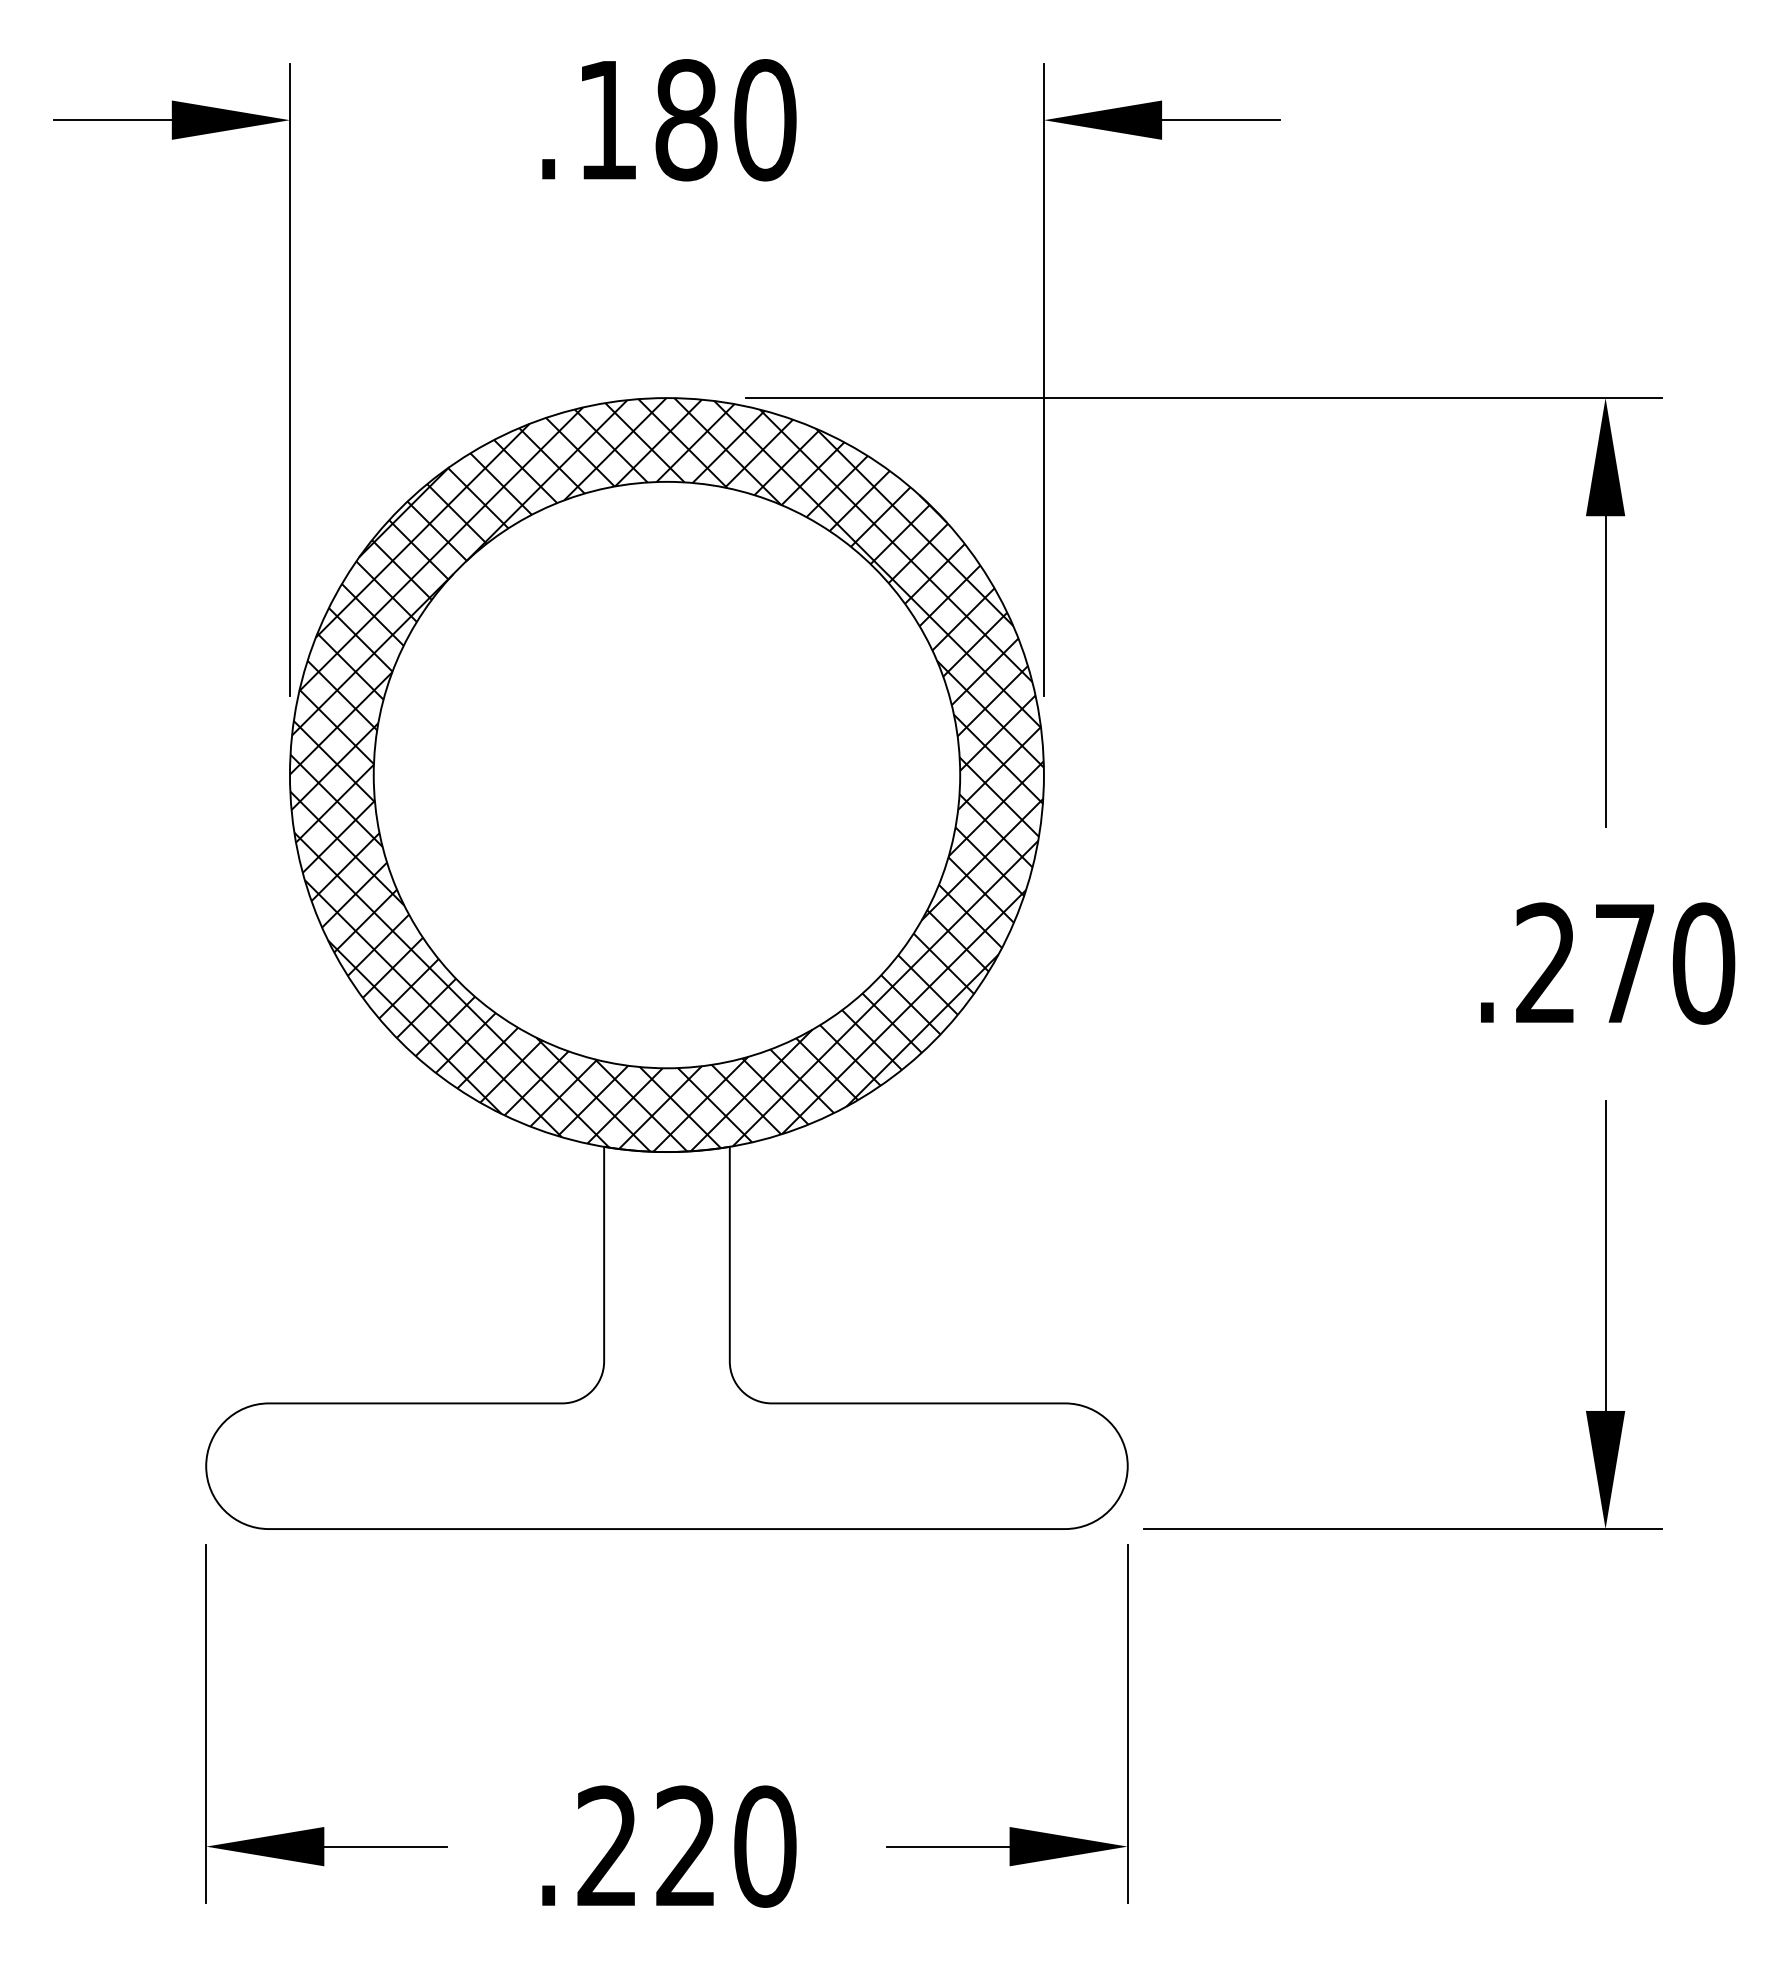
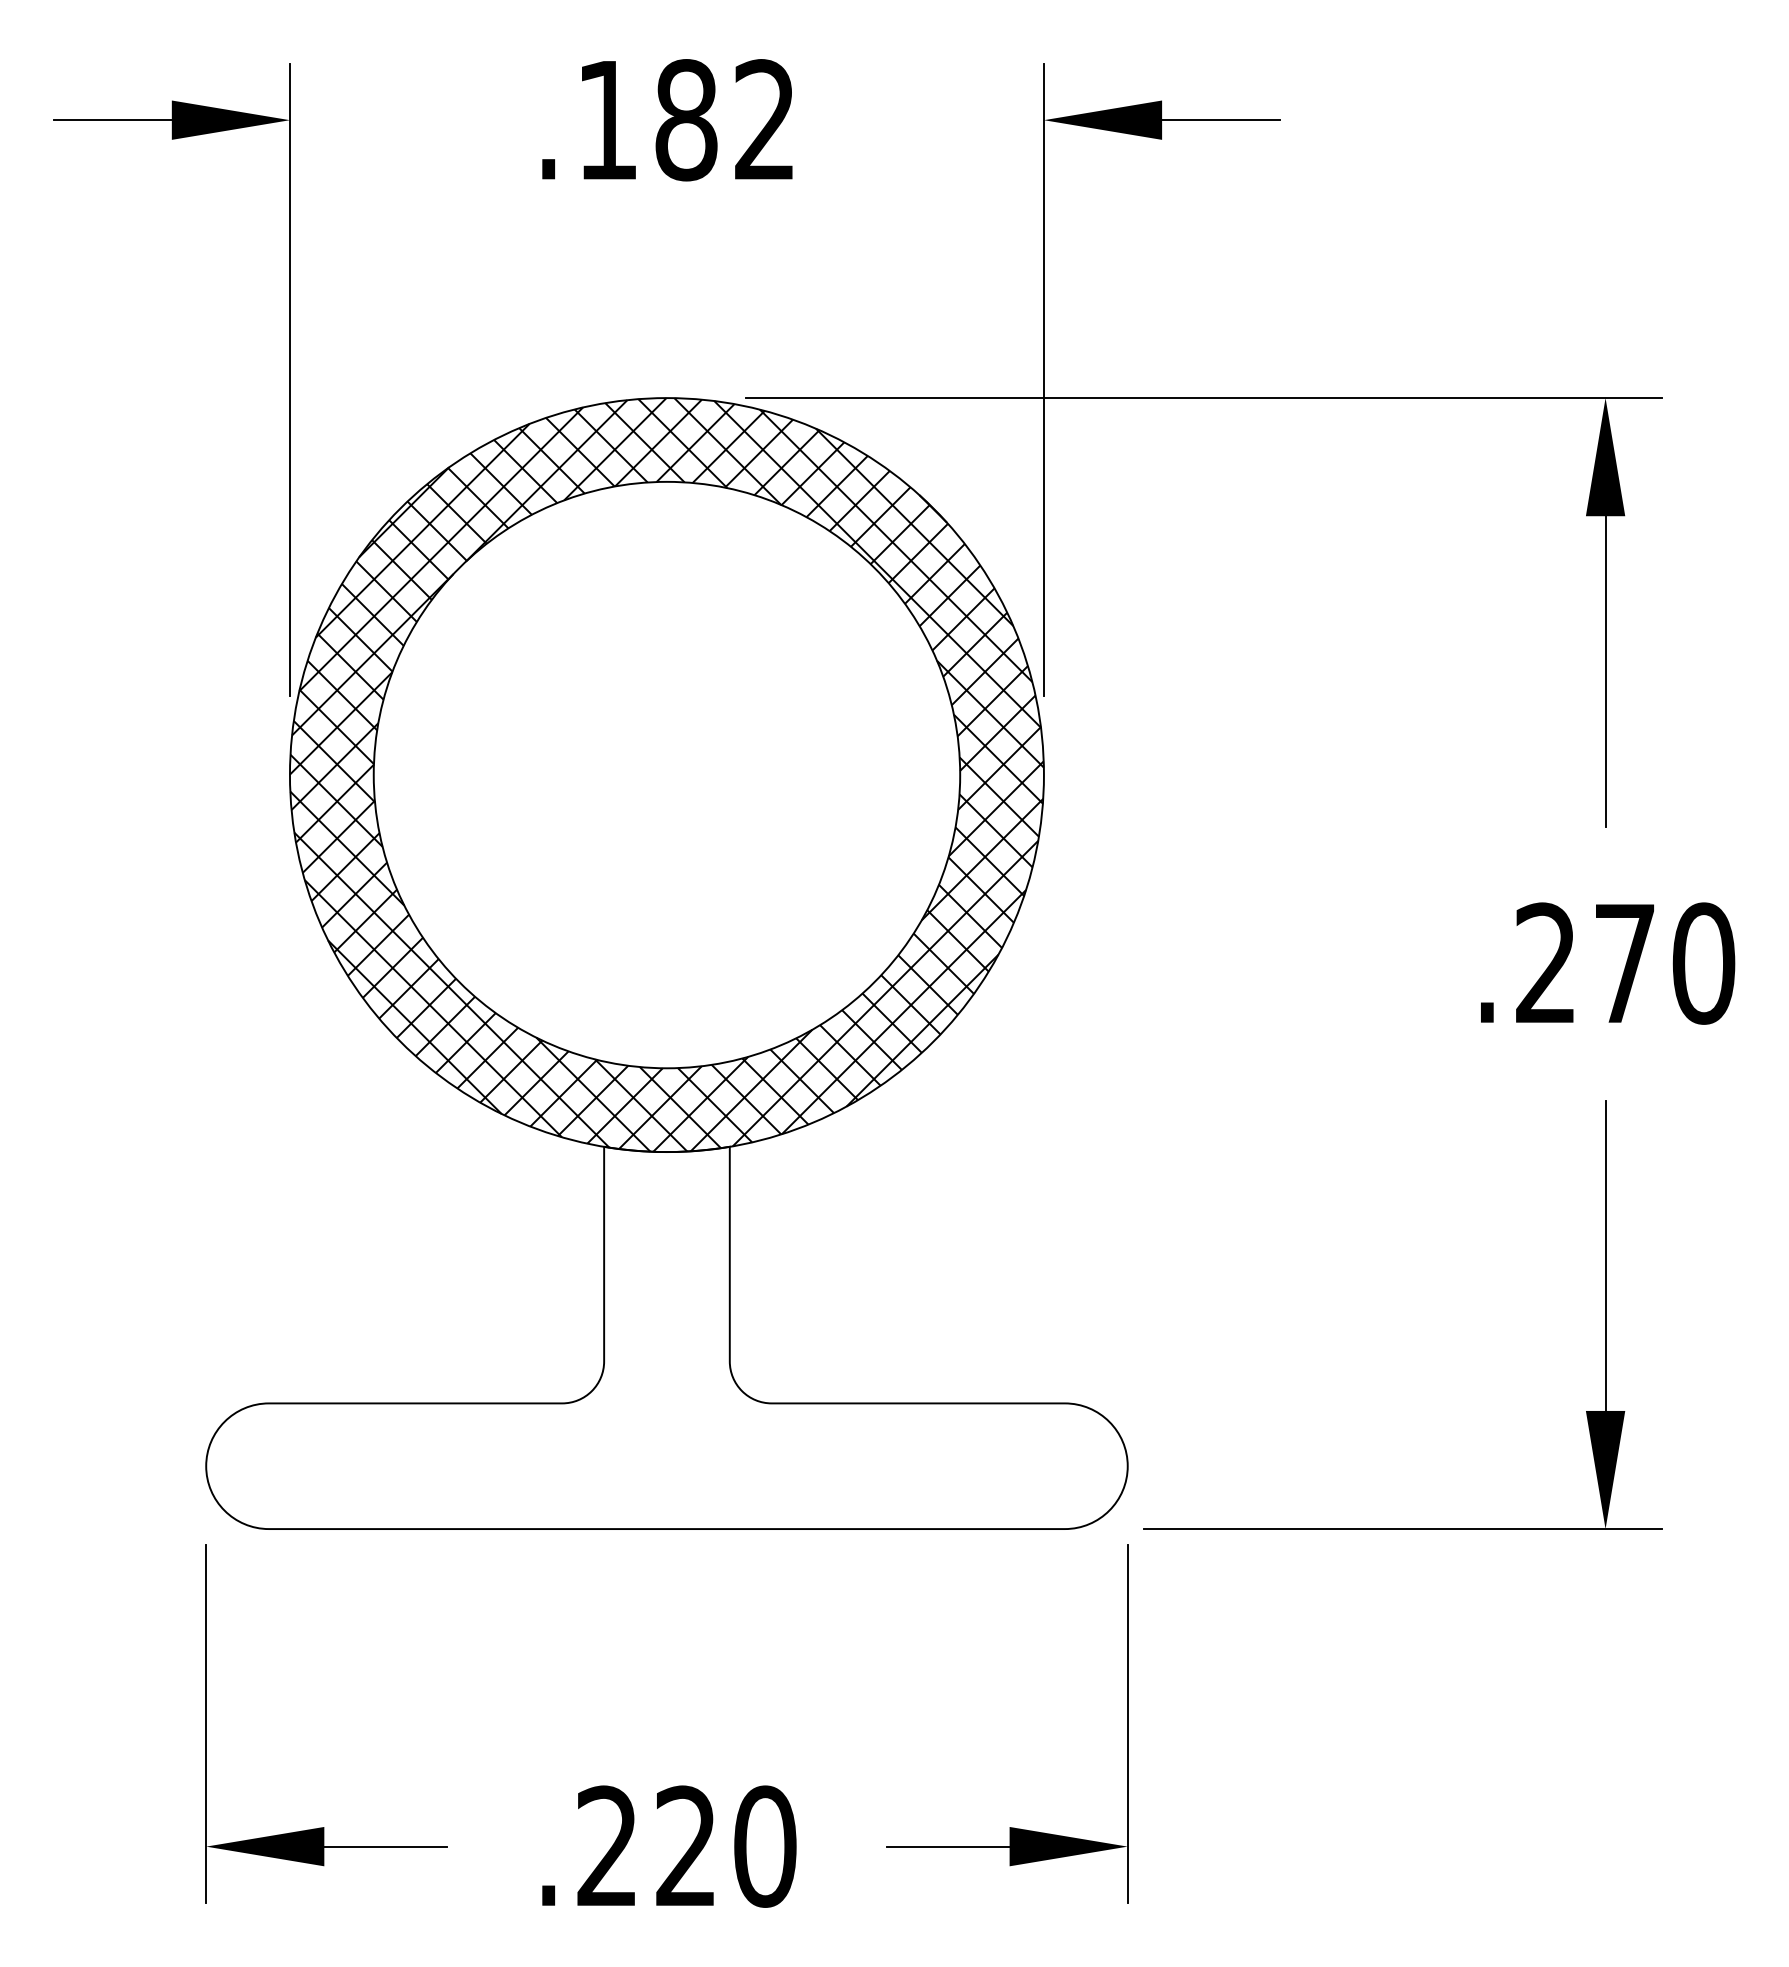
text at (765, 120): .180 -> .182
